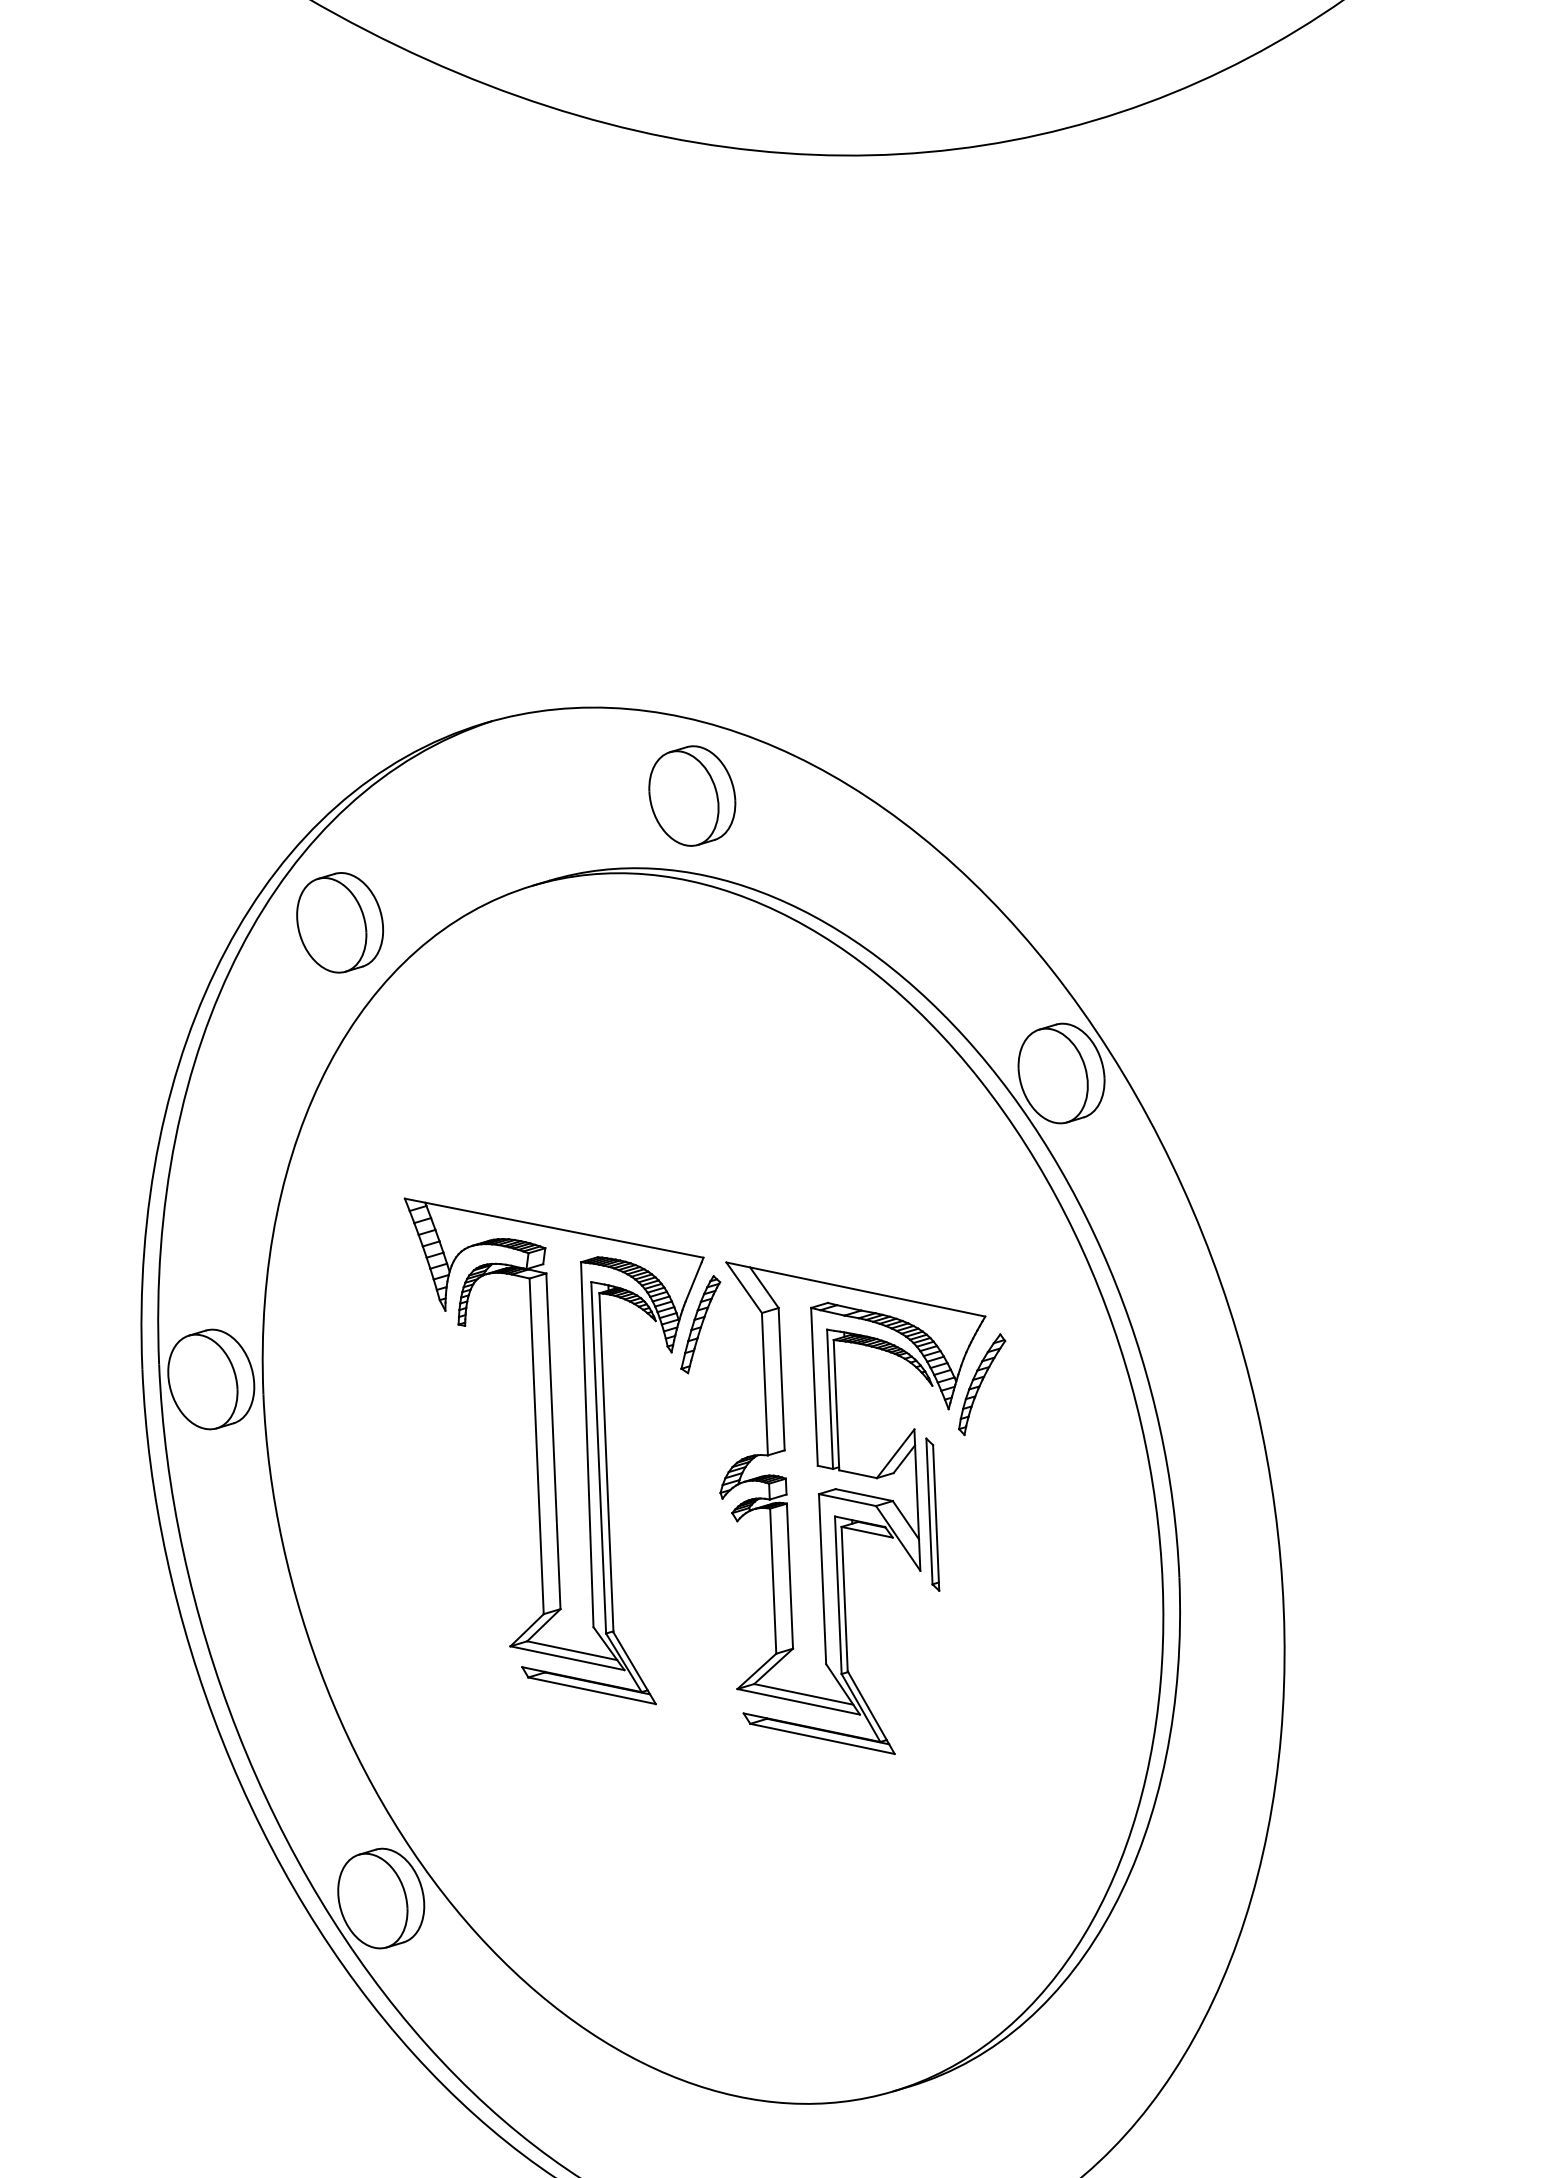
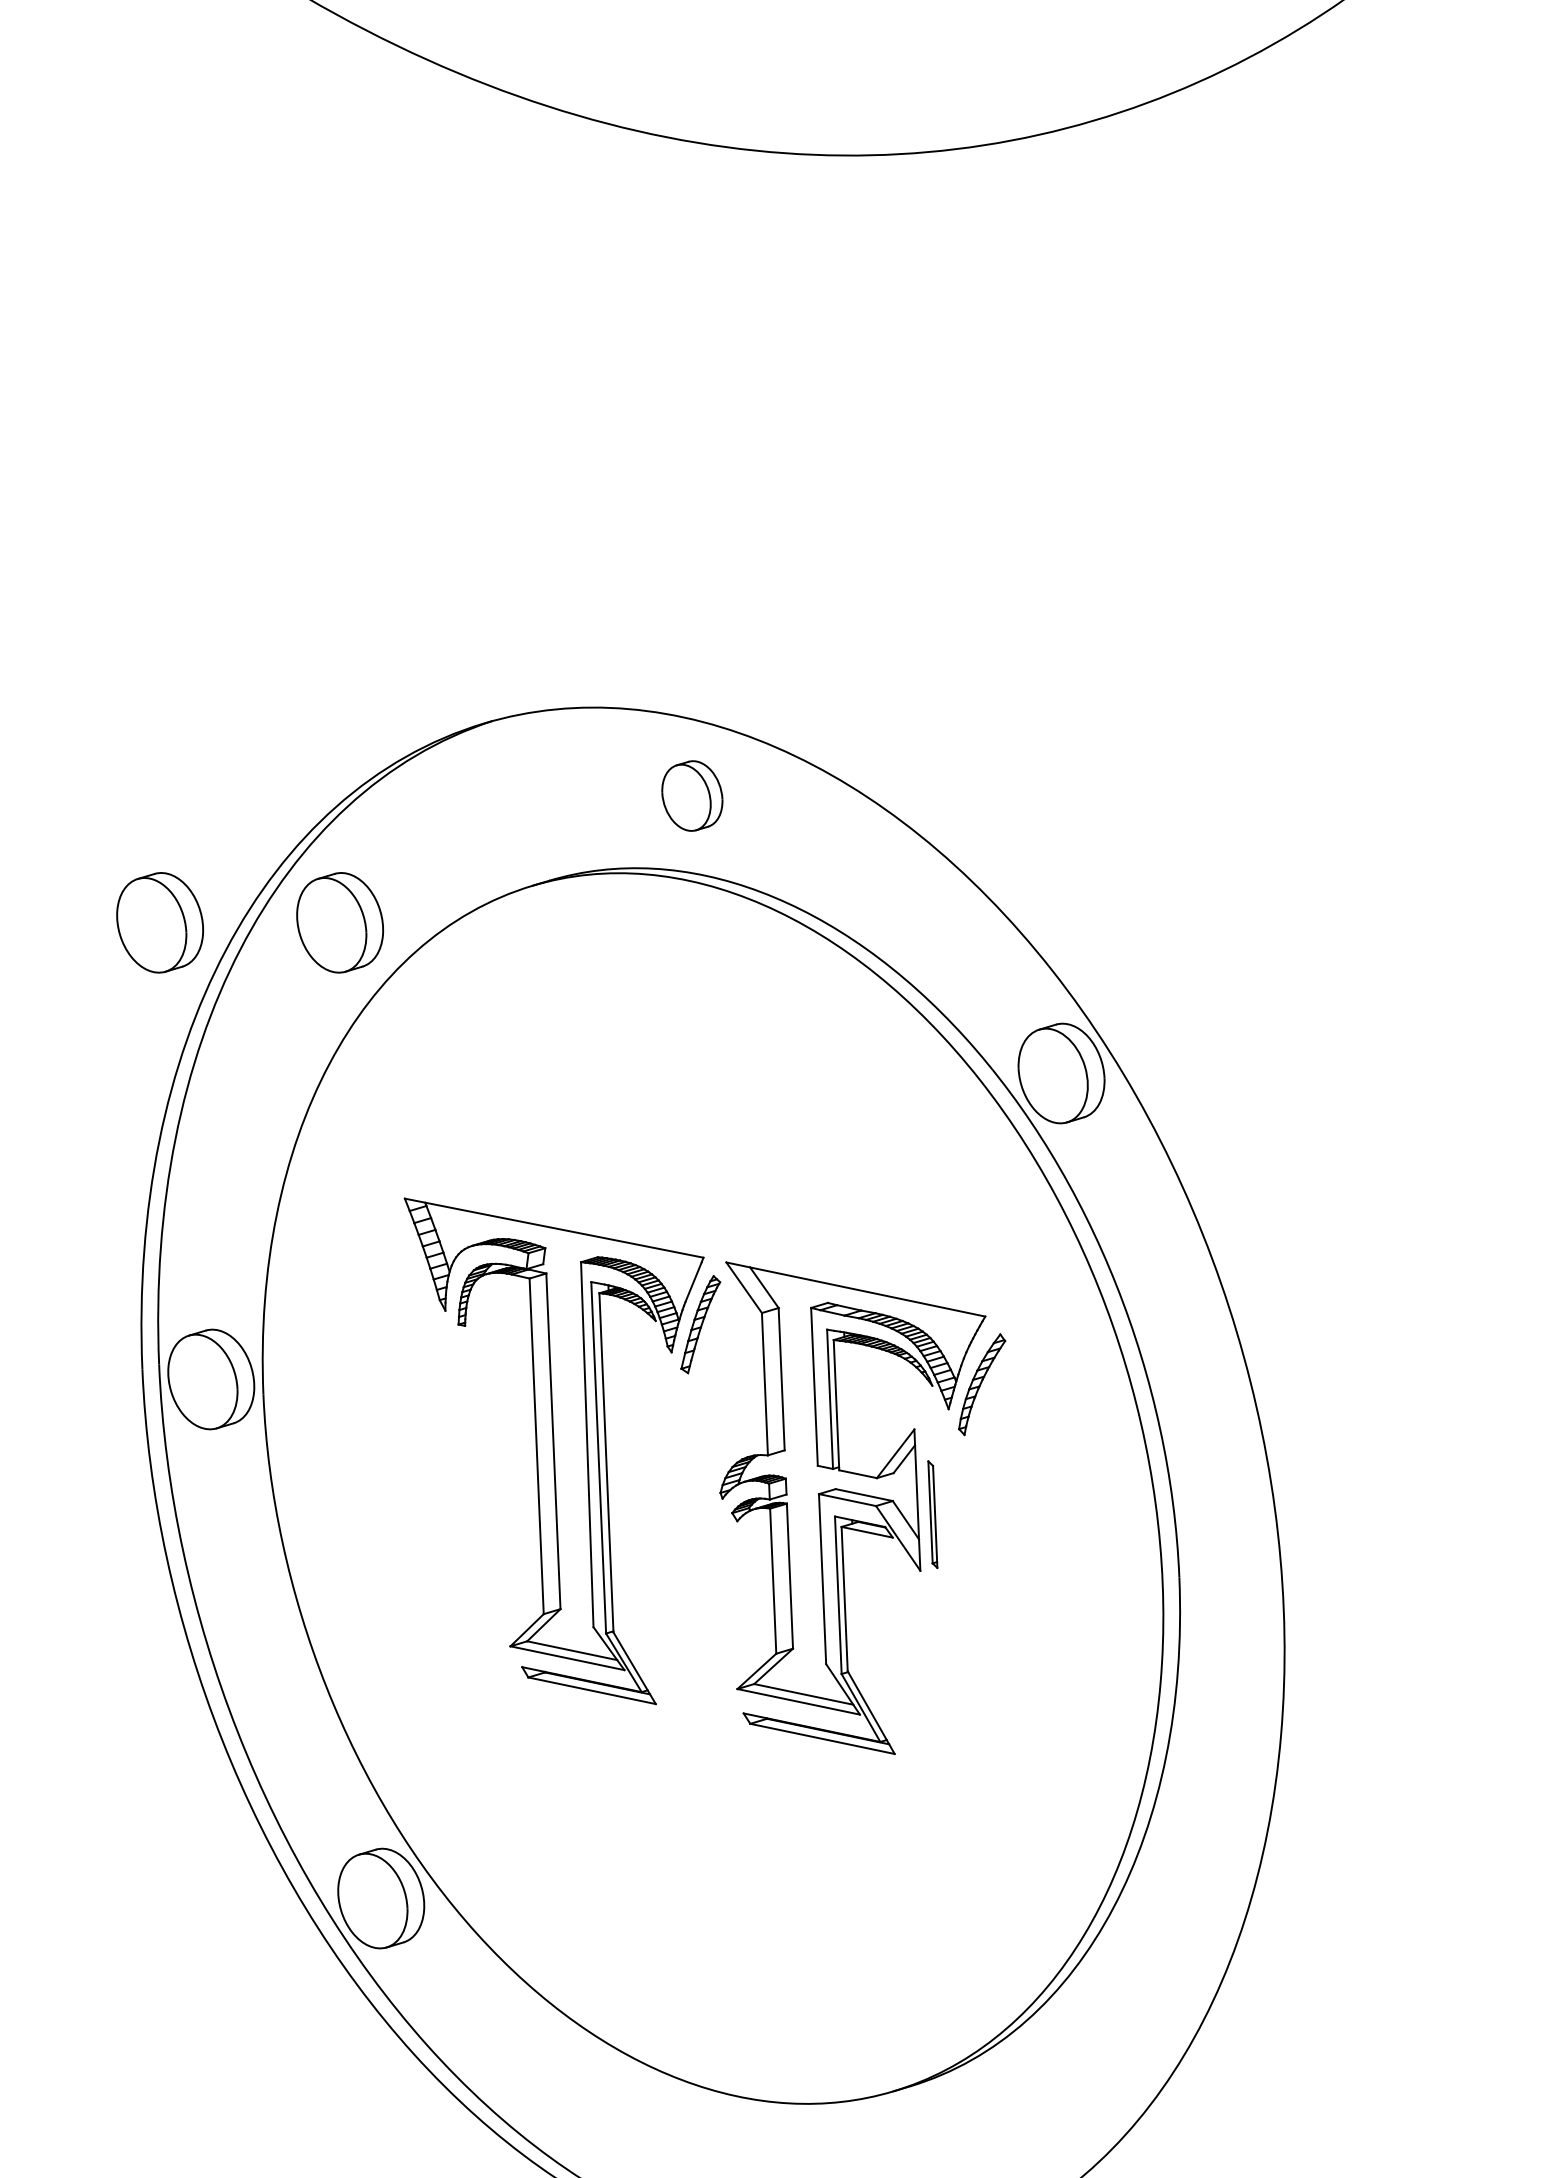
part at (692, 795) size: 89x102 px -> 63x72 px
part at (159, 922): none -> present
part at (932, 1514) size: 16x155 px -> 12x109 px
